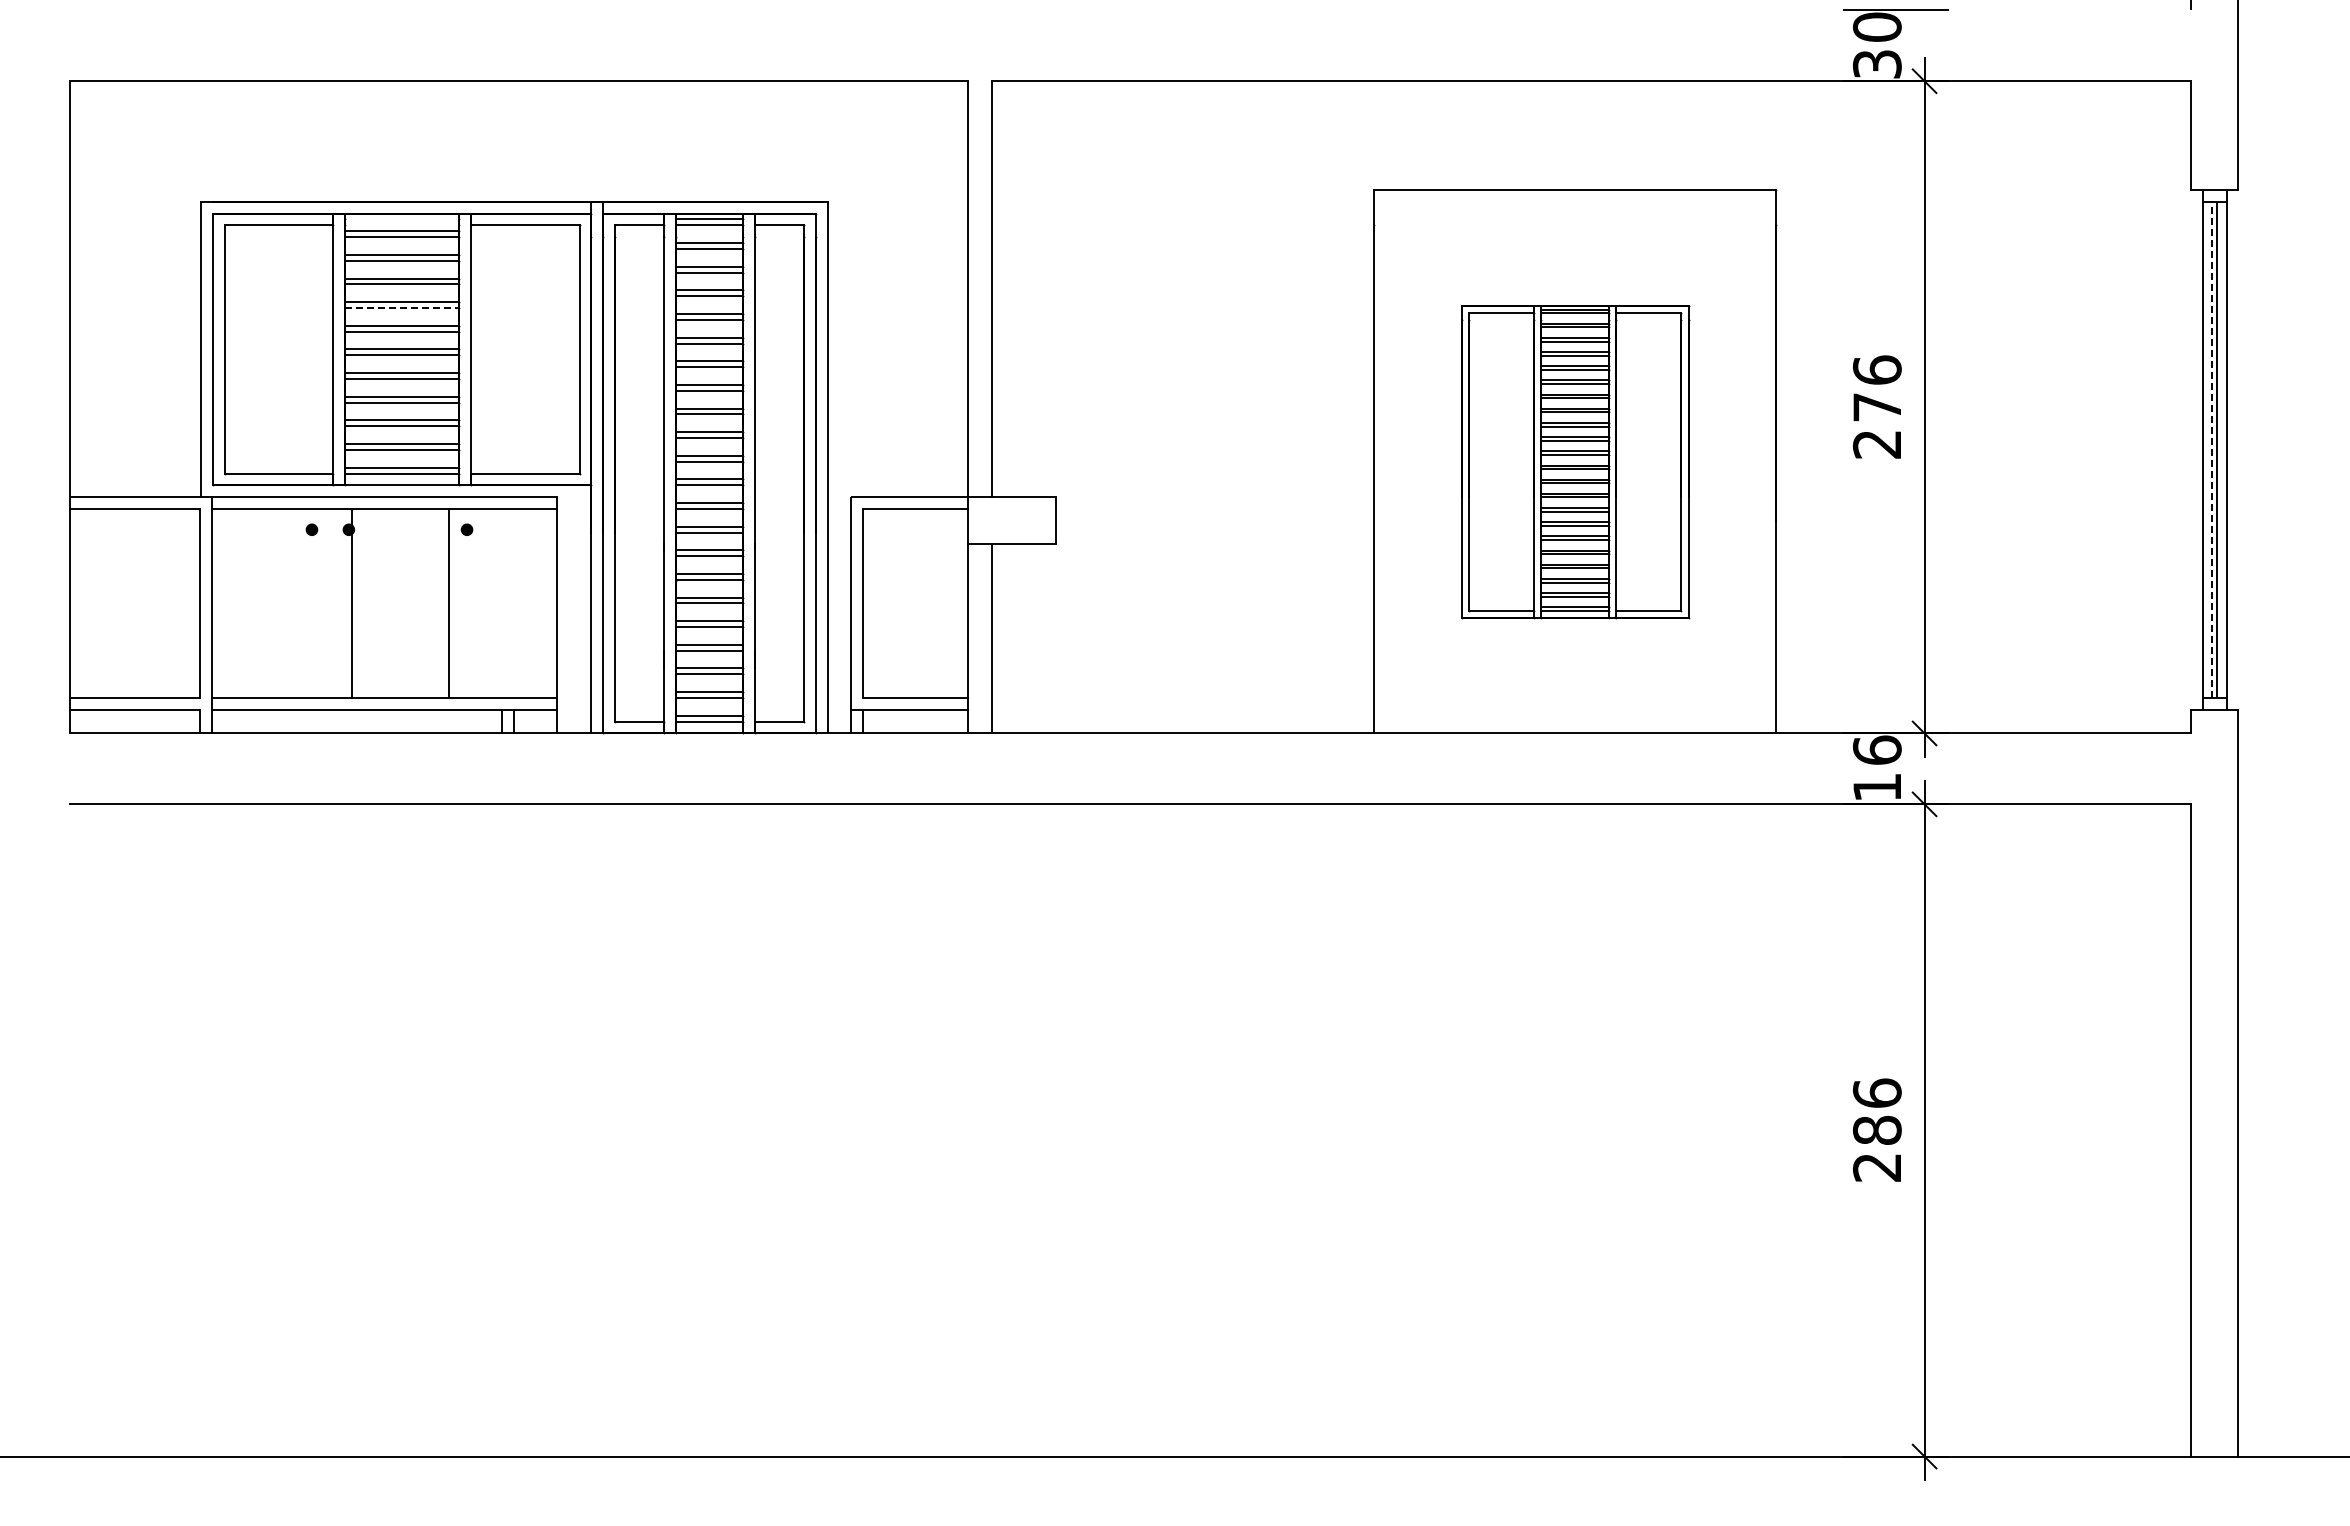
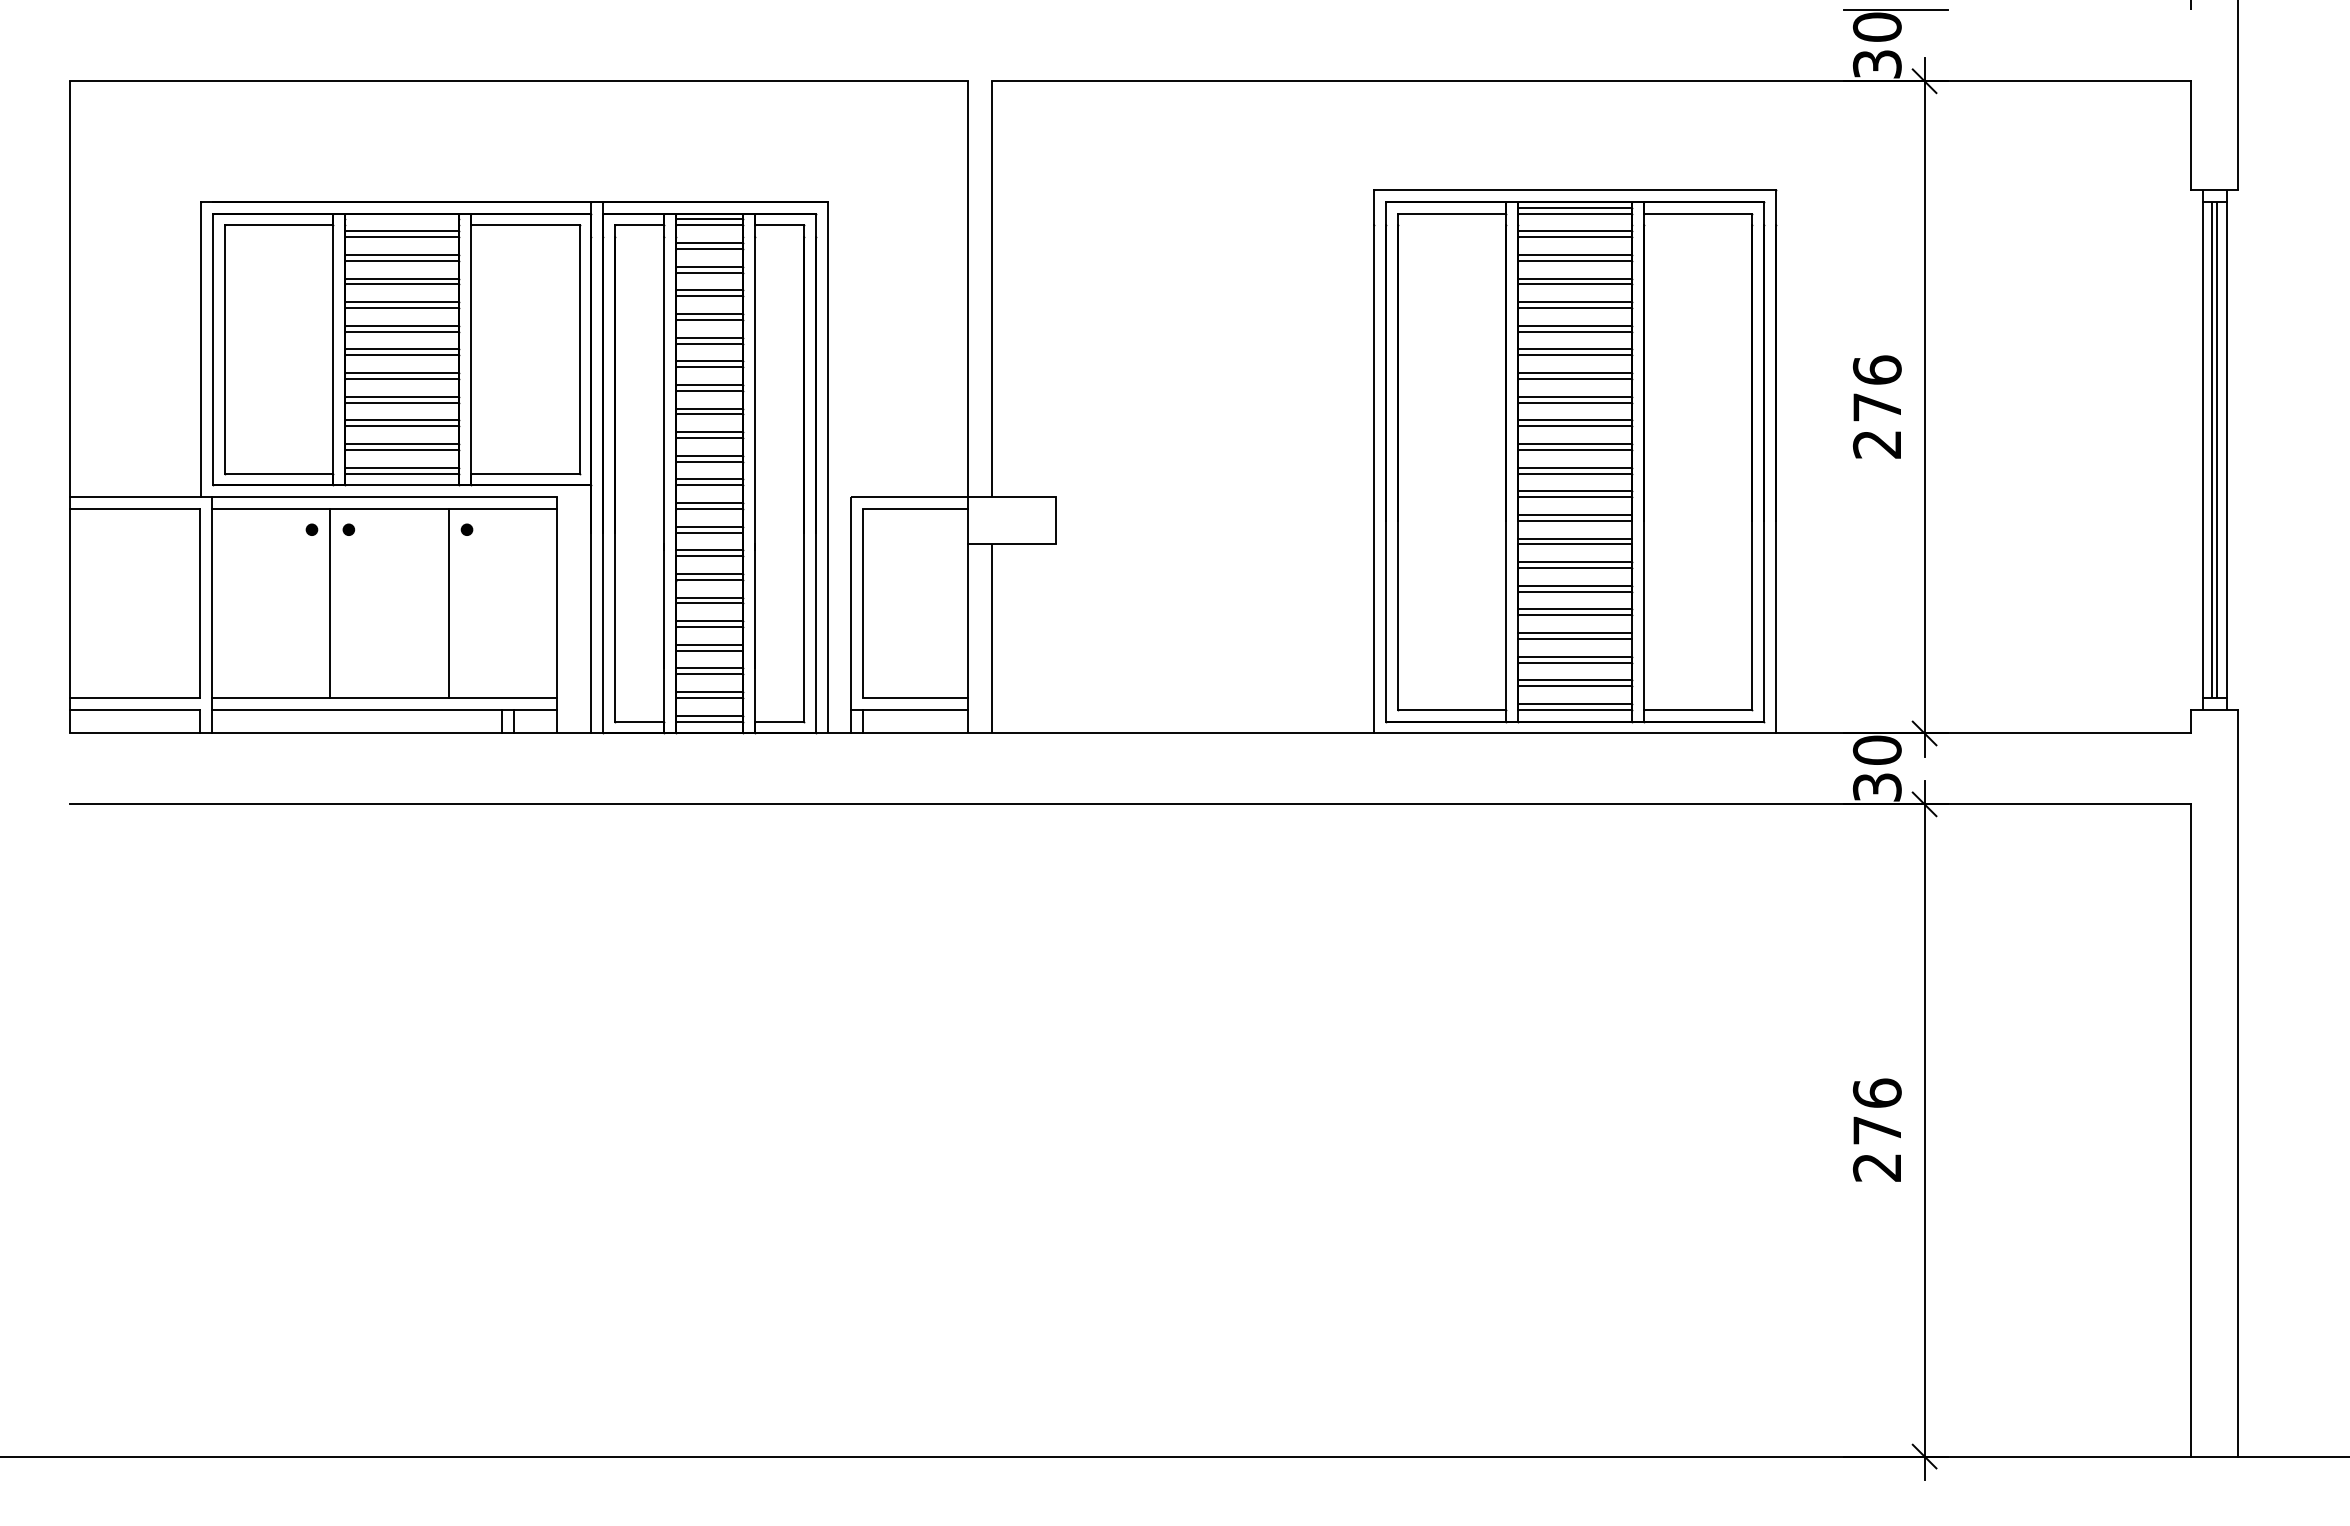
line at (402, 308): dashed -> solid
line at (2212, 449): dashed -> solid
part at (1575, 462) size: 230x315 px -> 381x523 px
line at (352, 603) position: (352, 603) -> (330, 603)
text at (1876, 768): 16 -> 30
text at (1876, 1129): 286 -> 276
